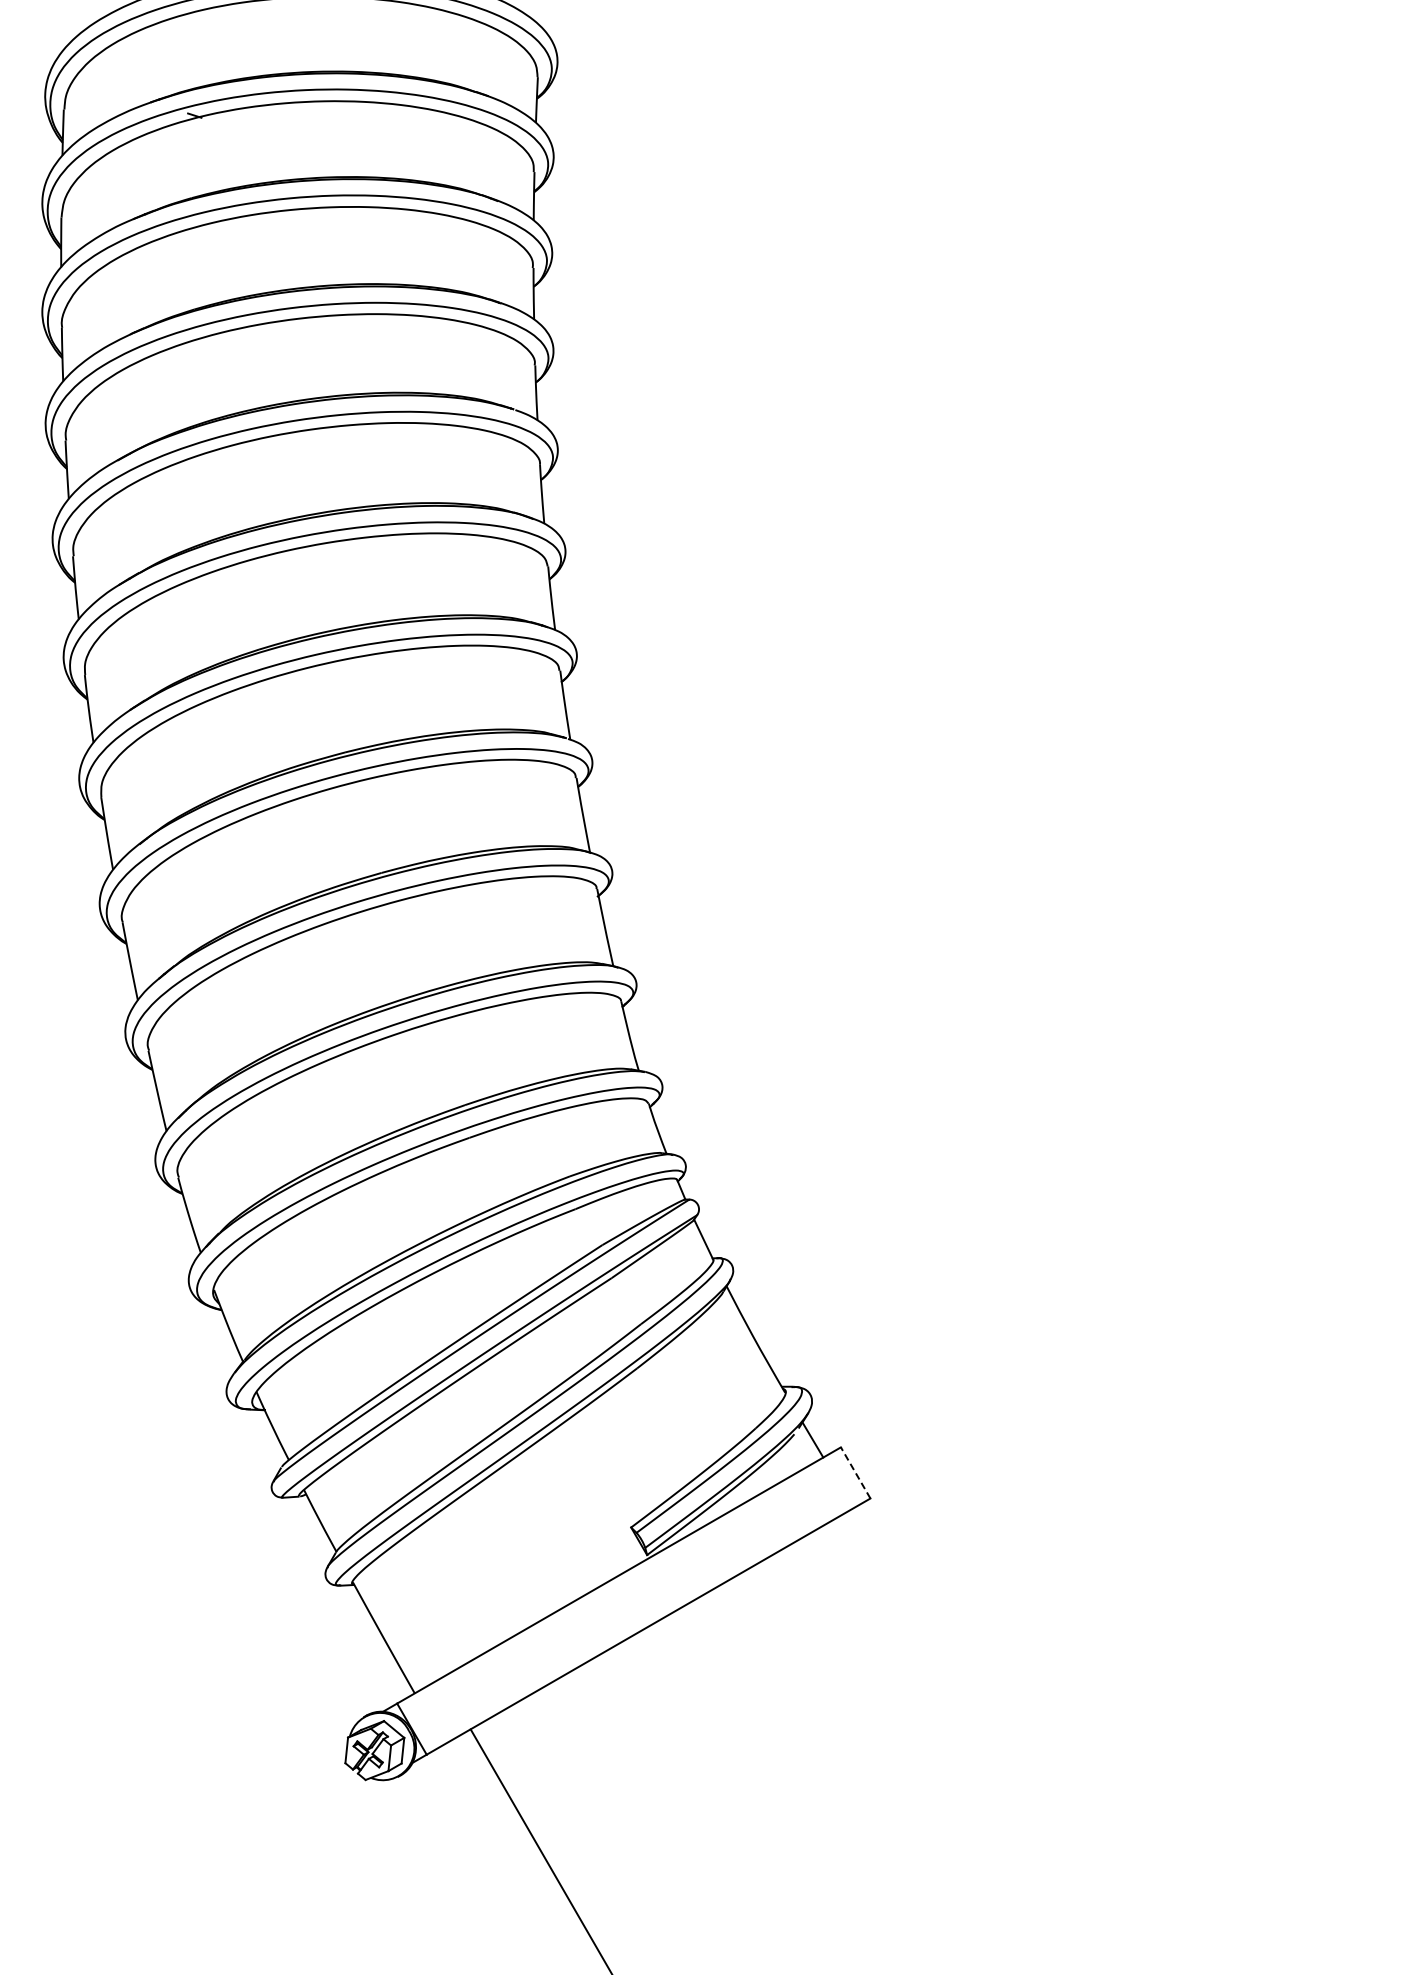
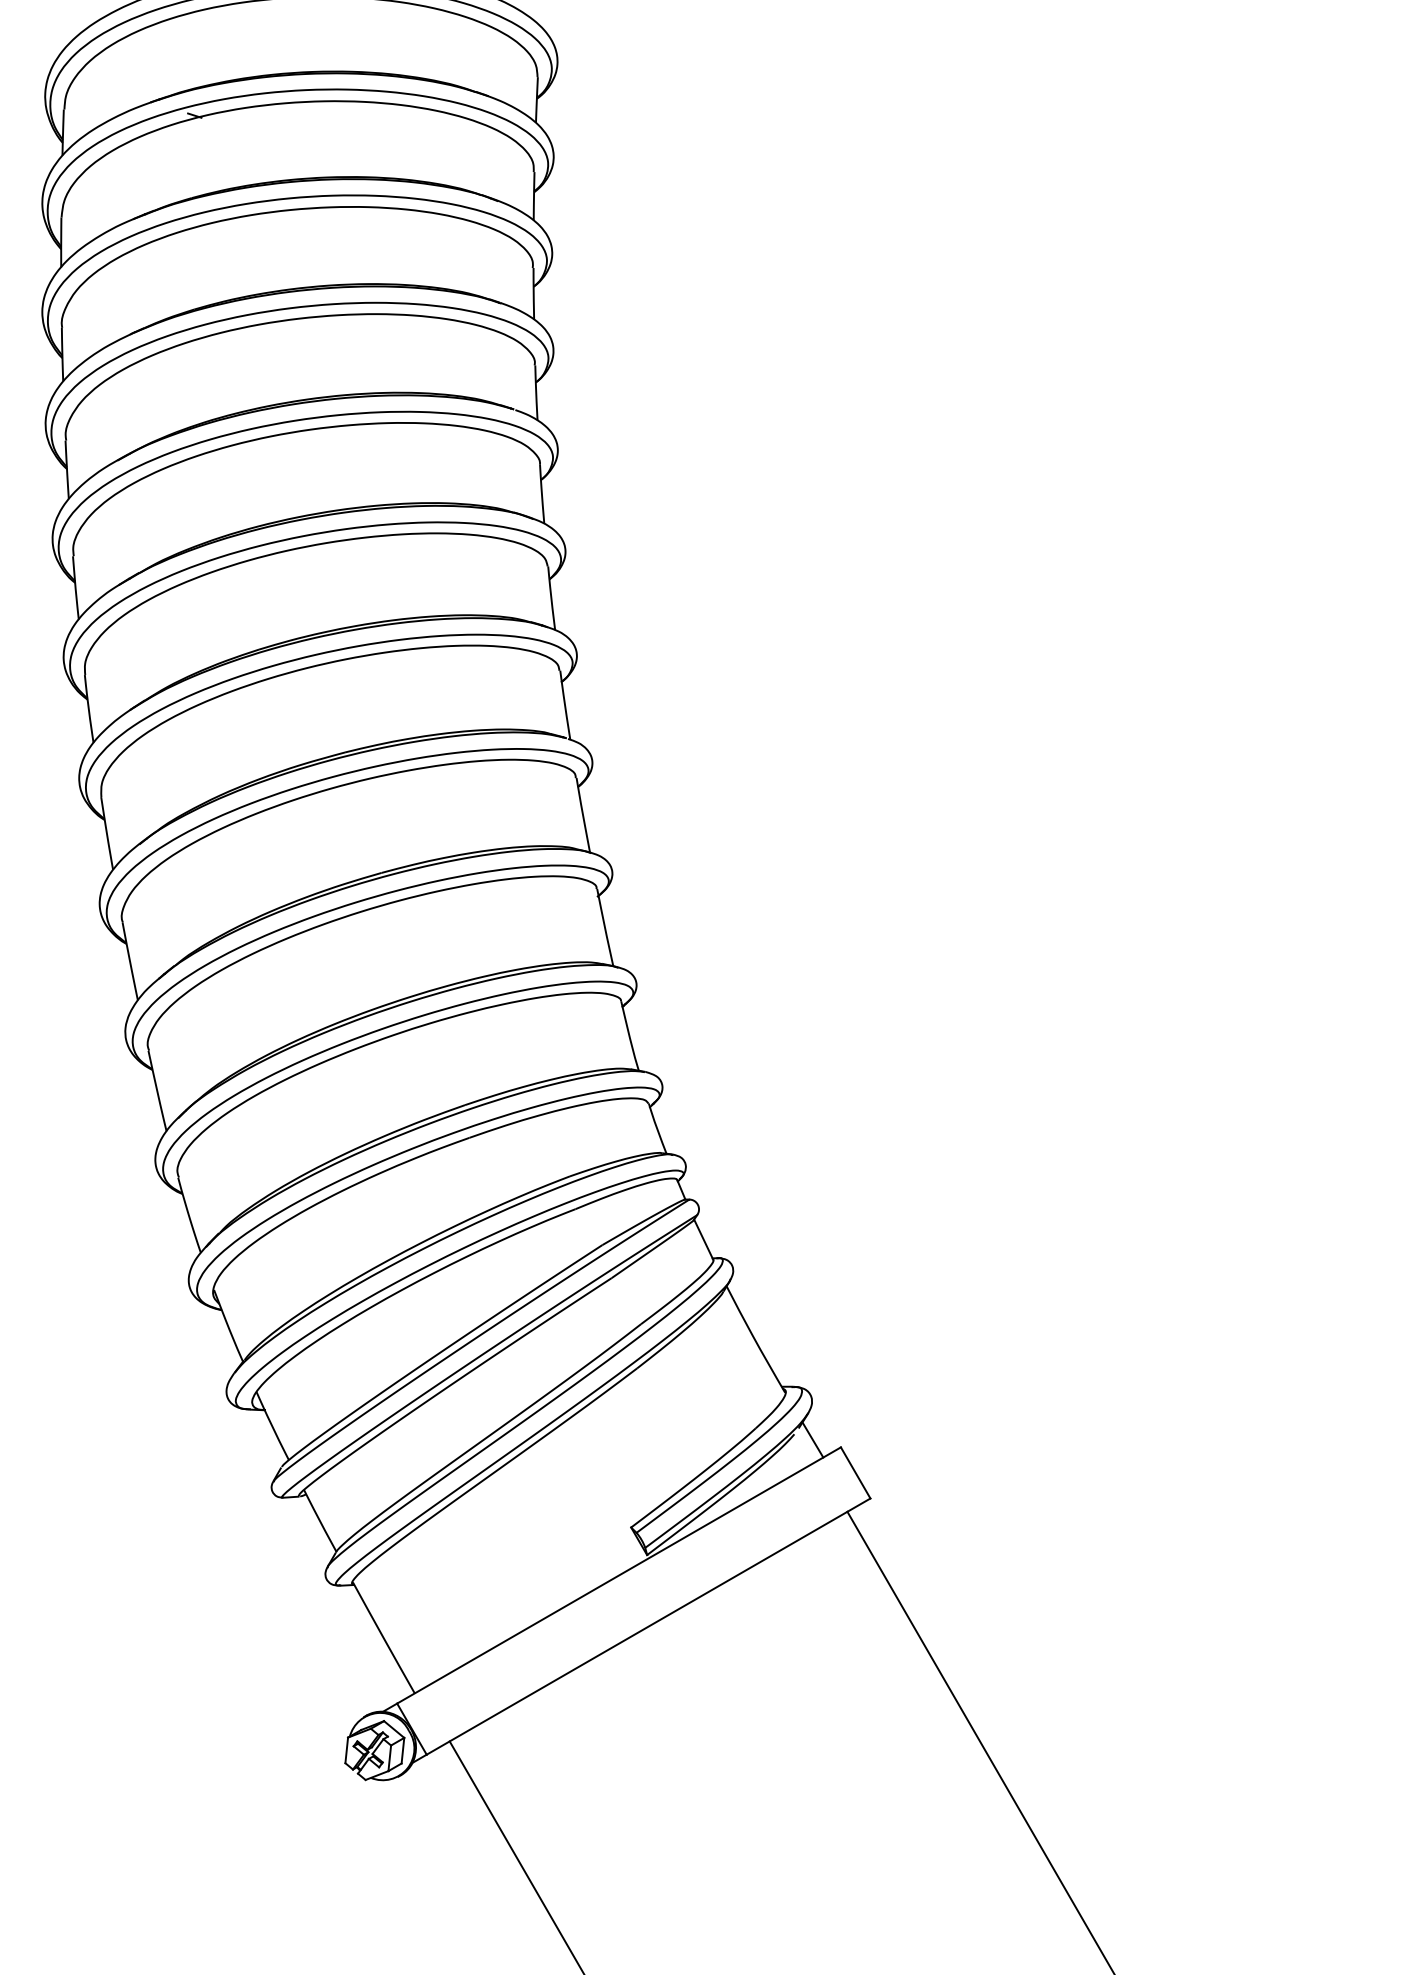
line at (855, 1472): dashed -> solid
line at (980, 1741): none -> present
line at (540, 1850) position: (540, 1850) -> (515, 1856)
